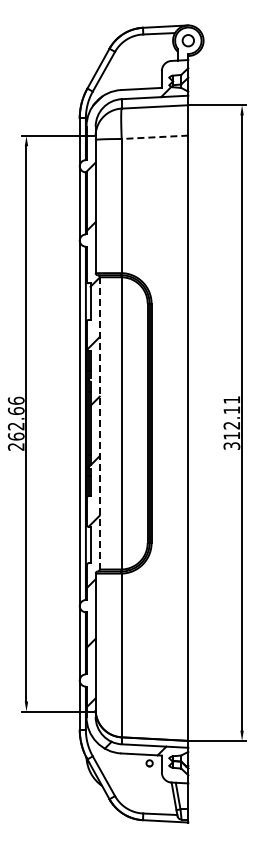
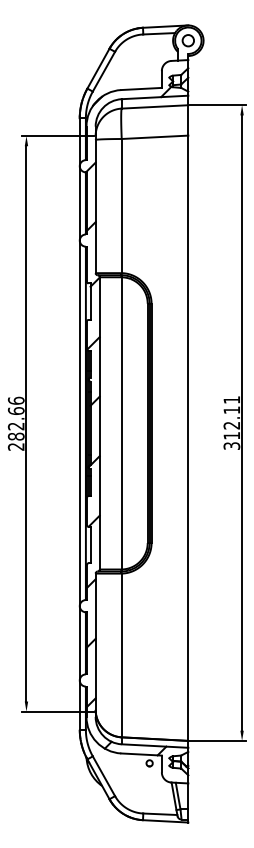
line at (154, 137): dashed -> solid
line at (99, 422): dashed -> solid
text at (15, 436): 262.66 -> 282.66
